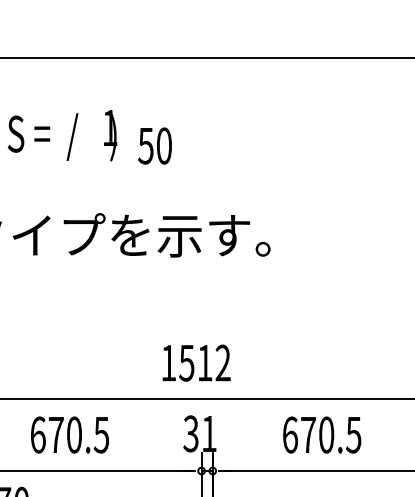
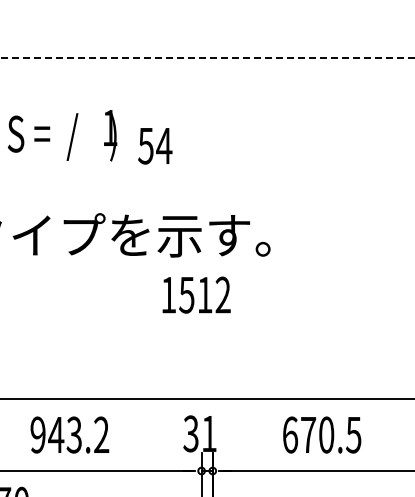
line at (207, 57): solid -> dashed
text at (164, 145): 50 -> 54
text at (196, 362) position: (196, 362) -> (196, 294)
text at (69, 434): 670.5 -> 943.2
